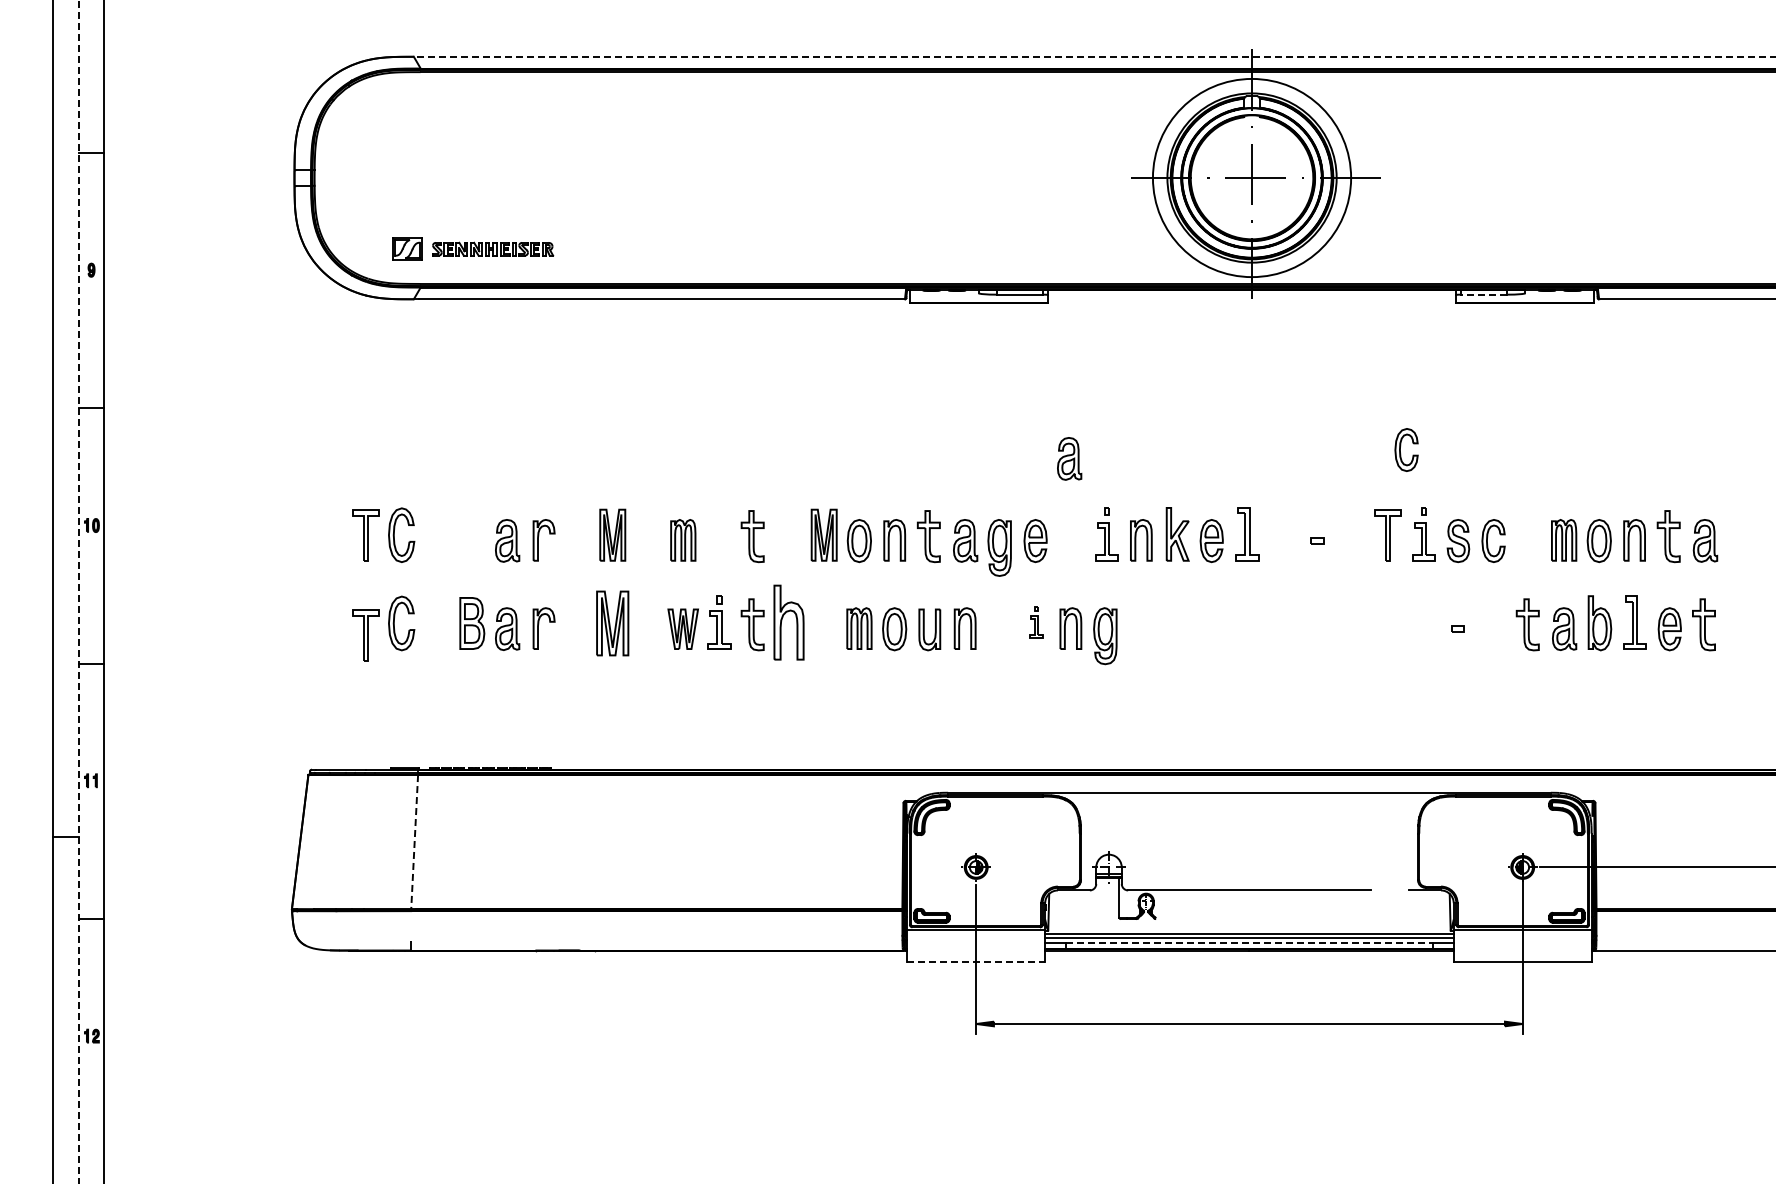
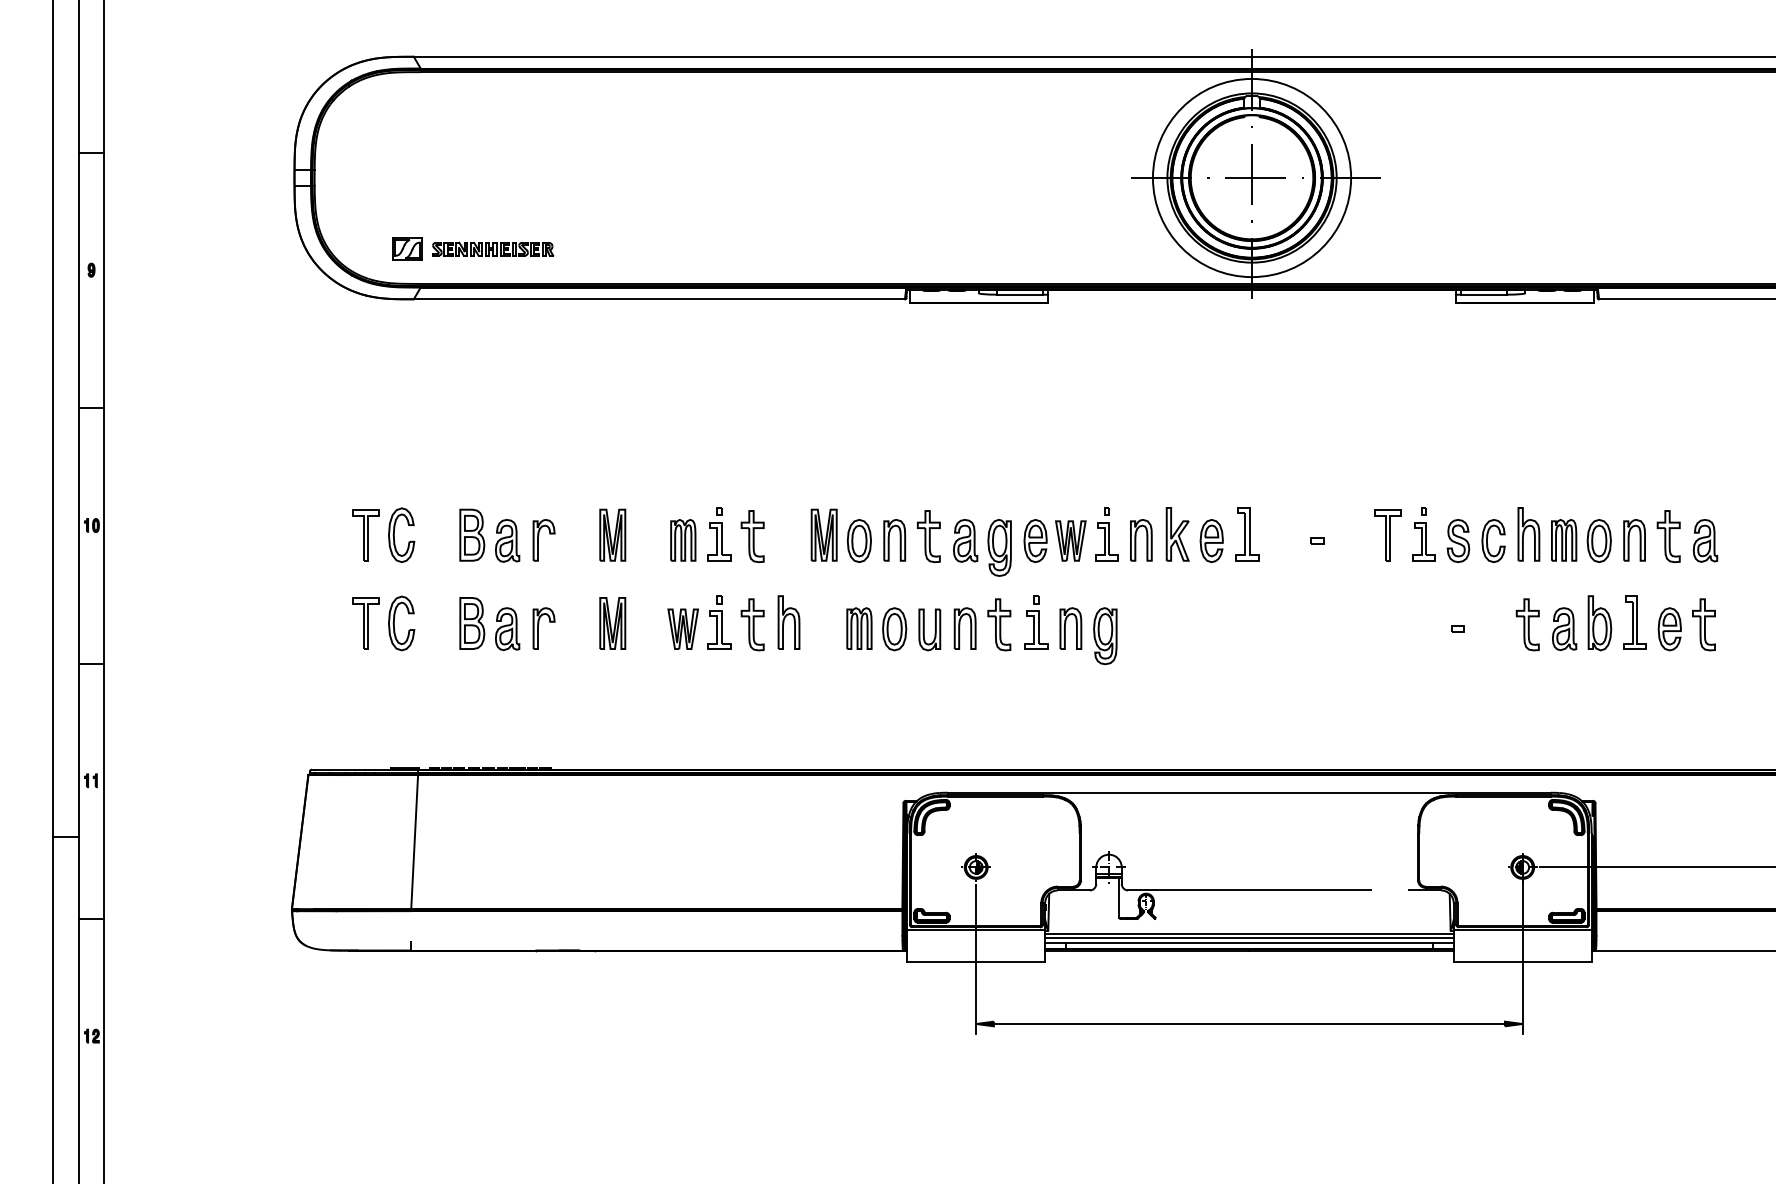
line at (1094, 56): dashed -> solid
line at (1484, 294): dashed -> solid
part at (1406, 449): present -> none
part at (1069, 458): present -> none
part at (472, 534): none -> present
part at (719, 534): none -> present
part at (1528, 534): none -> present
part at (1070, 540): none -> present
line at (78, 591): dashed -> solid
part at (788, 622) size: 32x77 px -> 24x55 px
part at (1036, 622) size: 15x33 px -> 25x55 px
part at (612, 623) size: 34x67 px -> 28x53 px
part at (999, 624): none -> present
part at (365, 635) position: (365, 635) -> (365, 623)
line at (414, 842): dashed -> solid
line at (1249, 942): dashed -> solid
line at (976, 961): dashed -> solid
